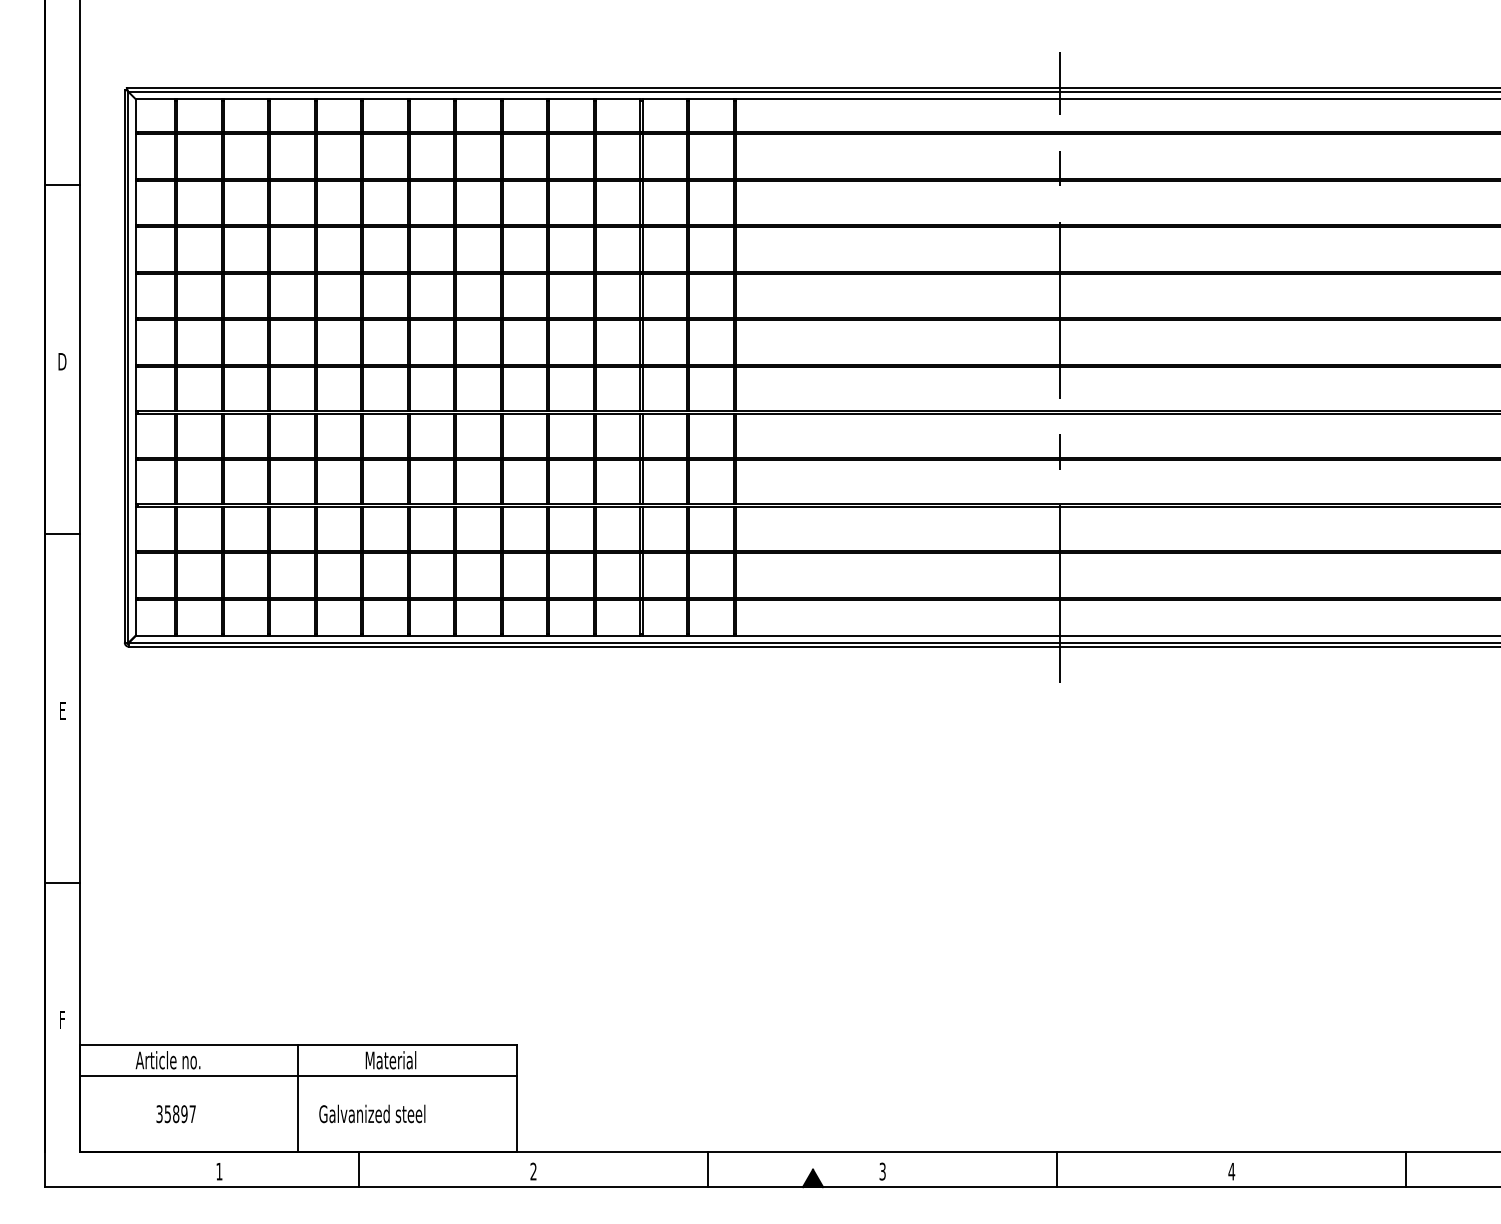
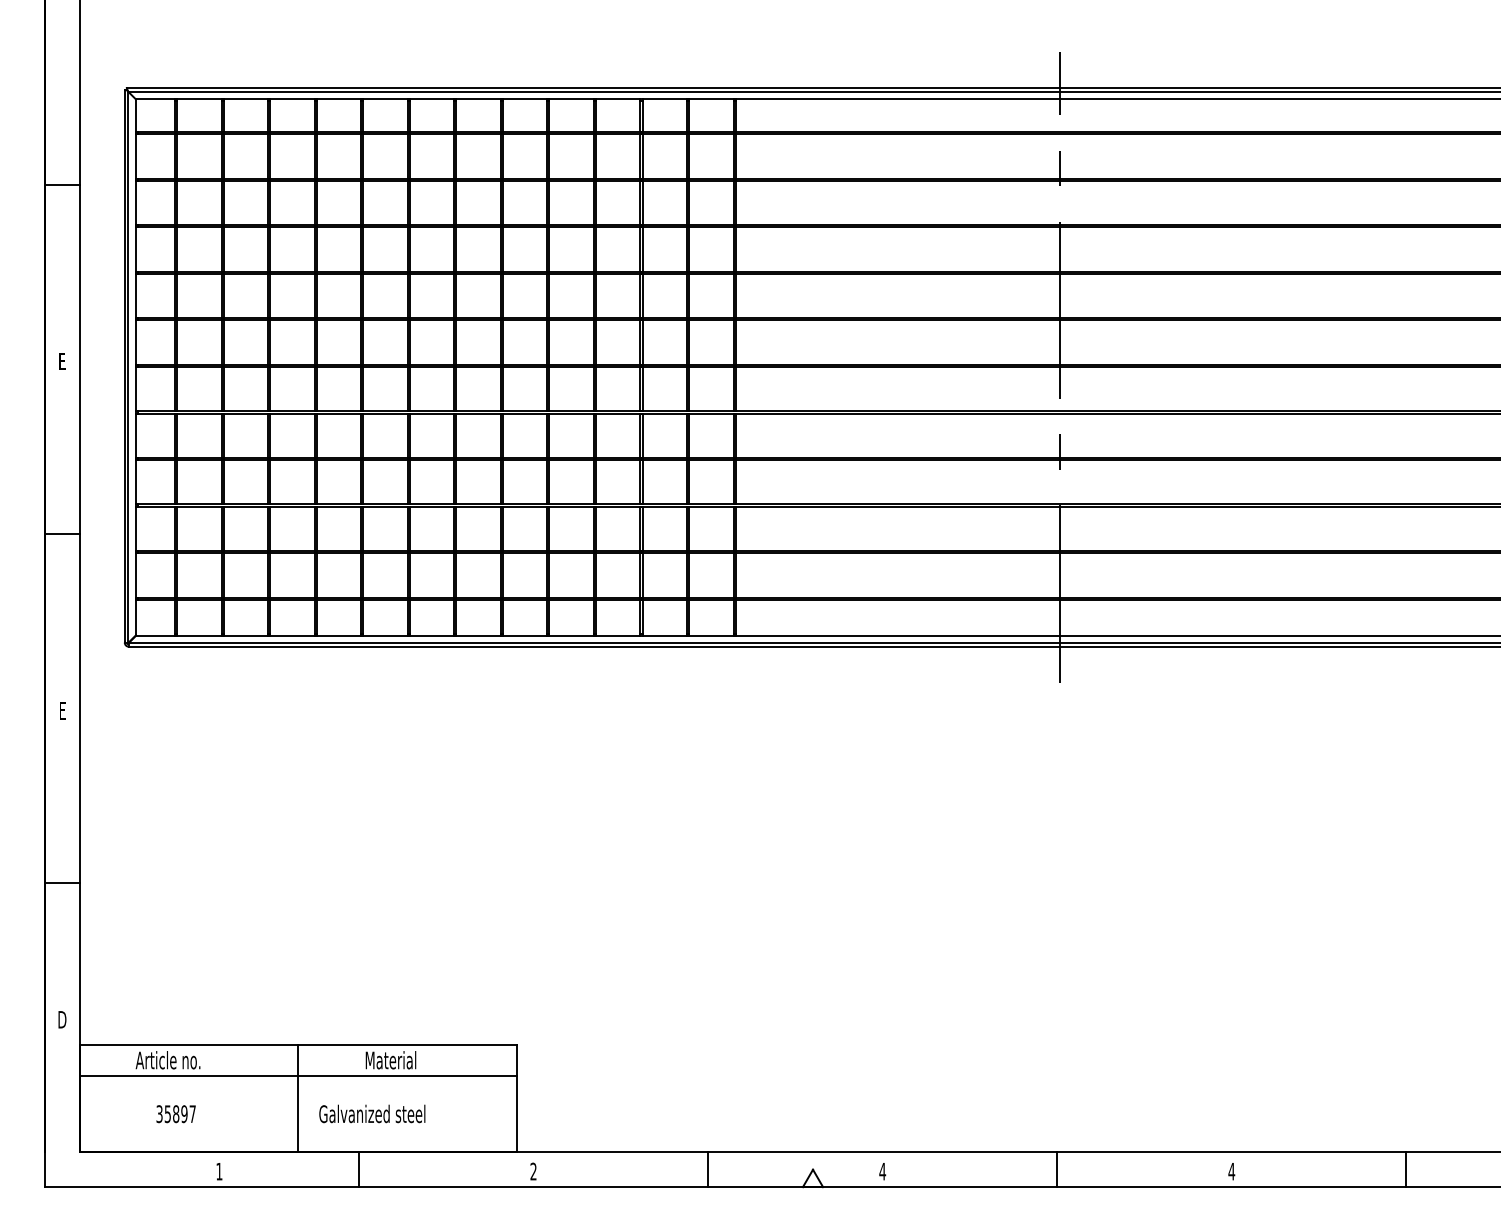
text at (62, 361): D -> E
text at (62, 1019): F -> D
text at (882, 1171): 3 -> 4
fill at (812, 1178): present -> none
